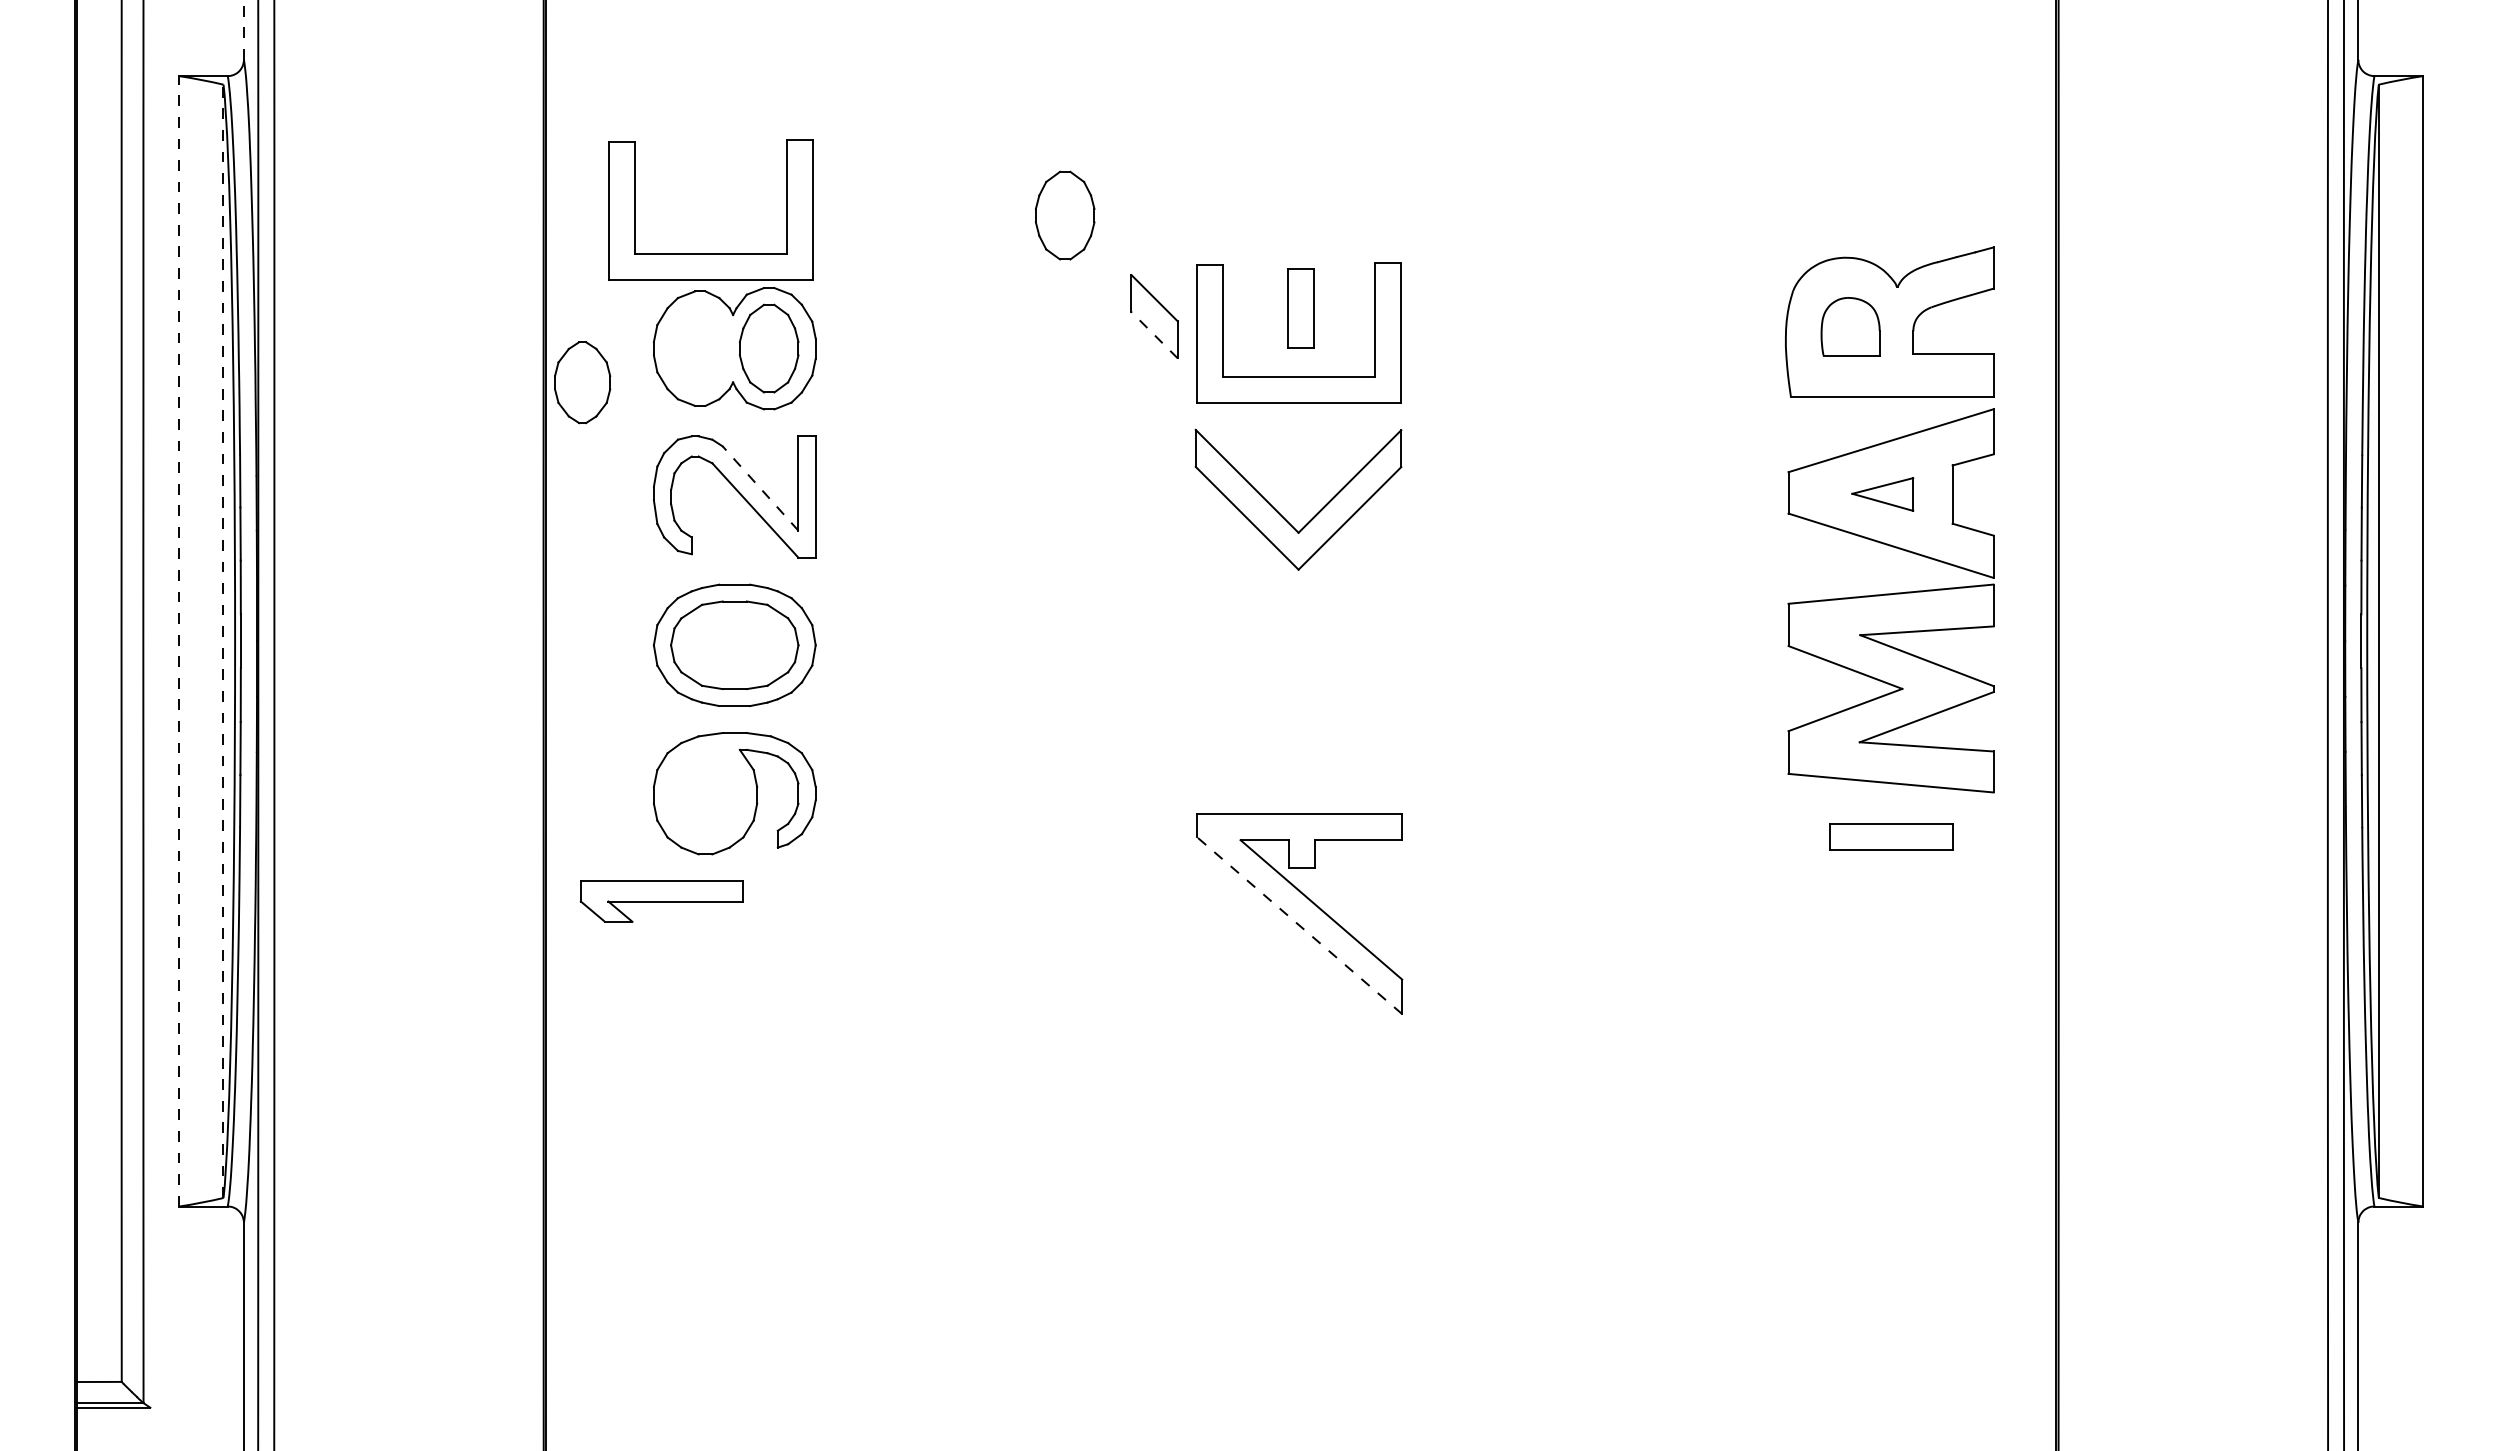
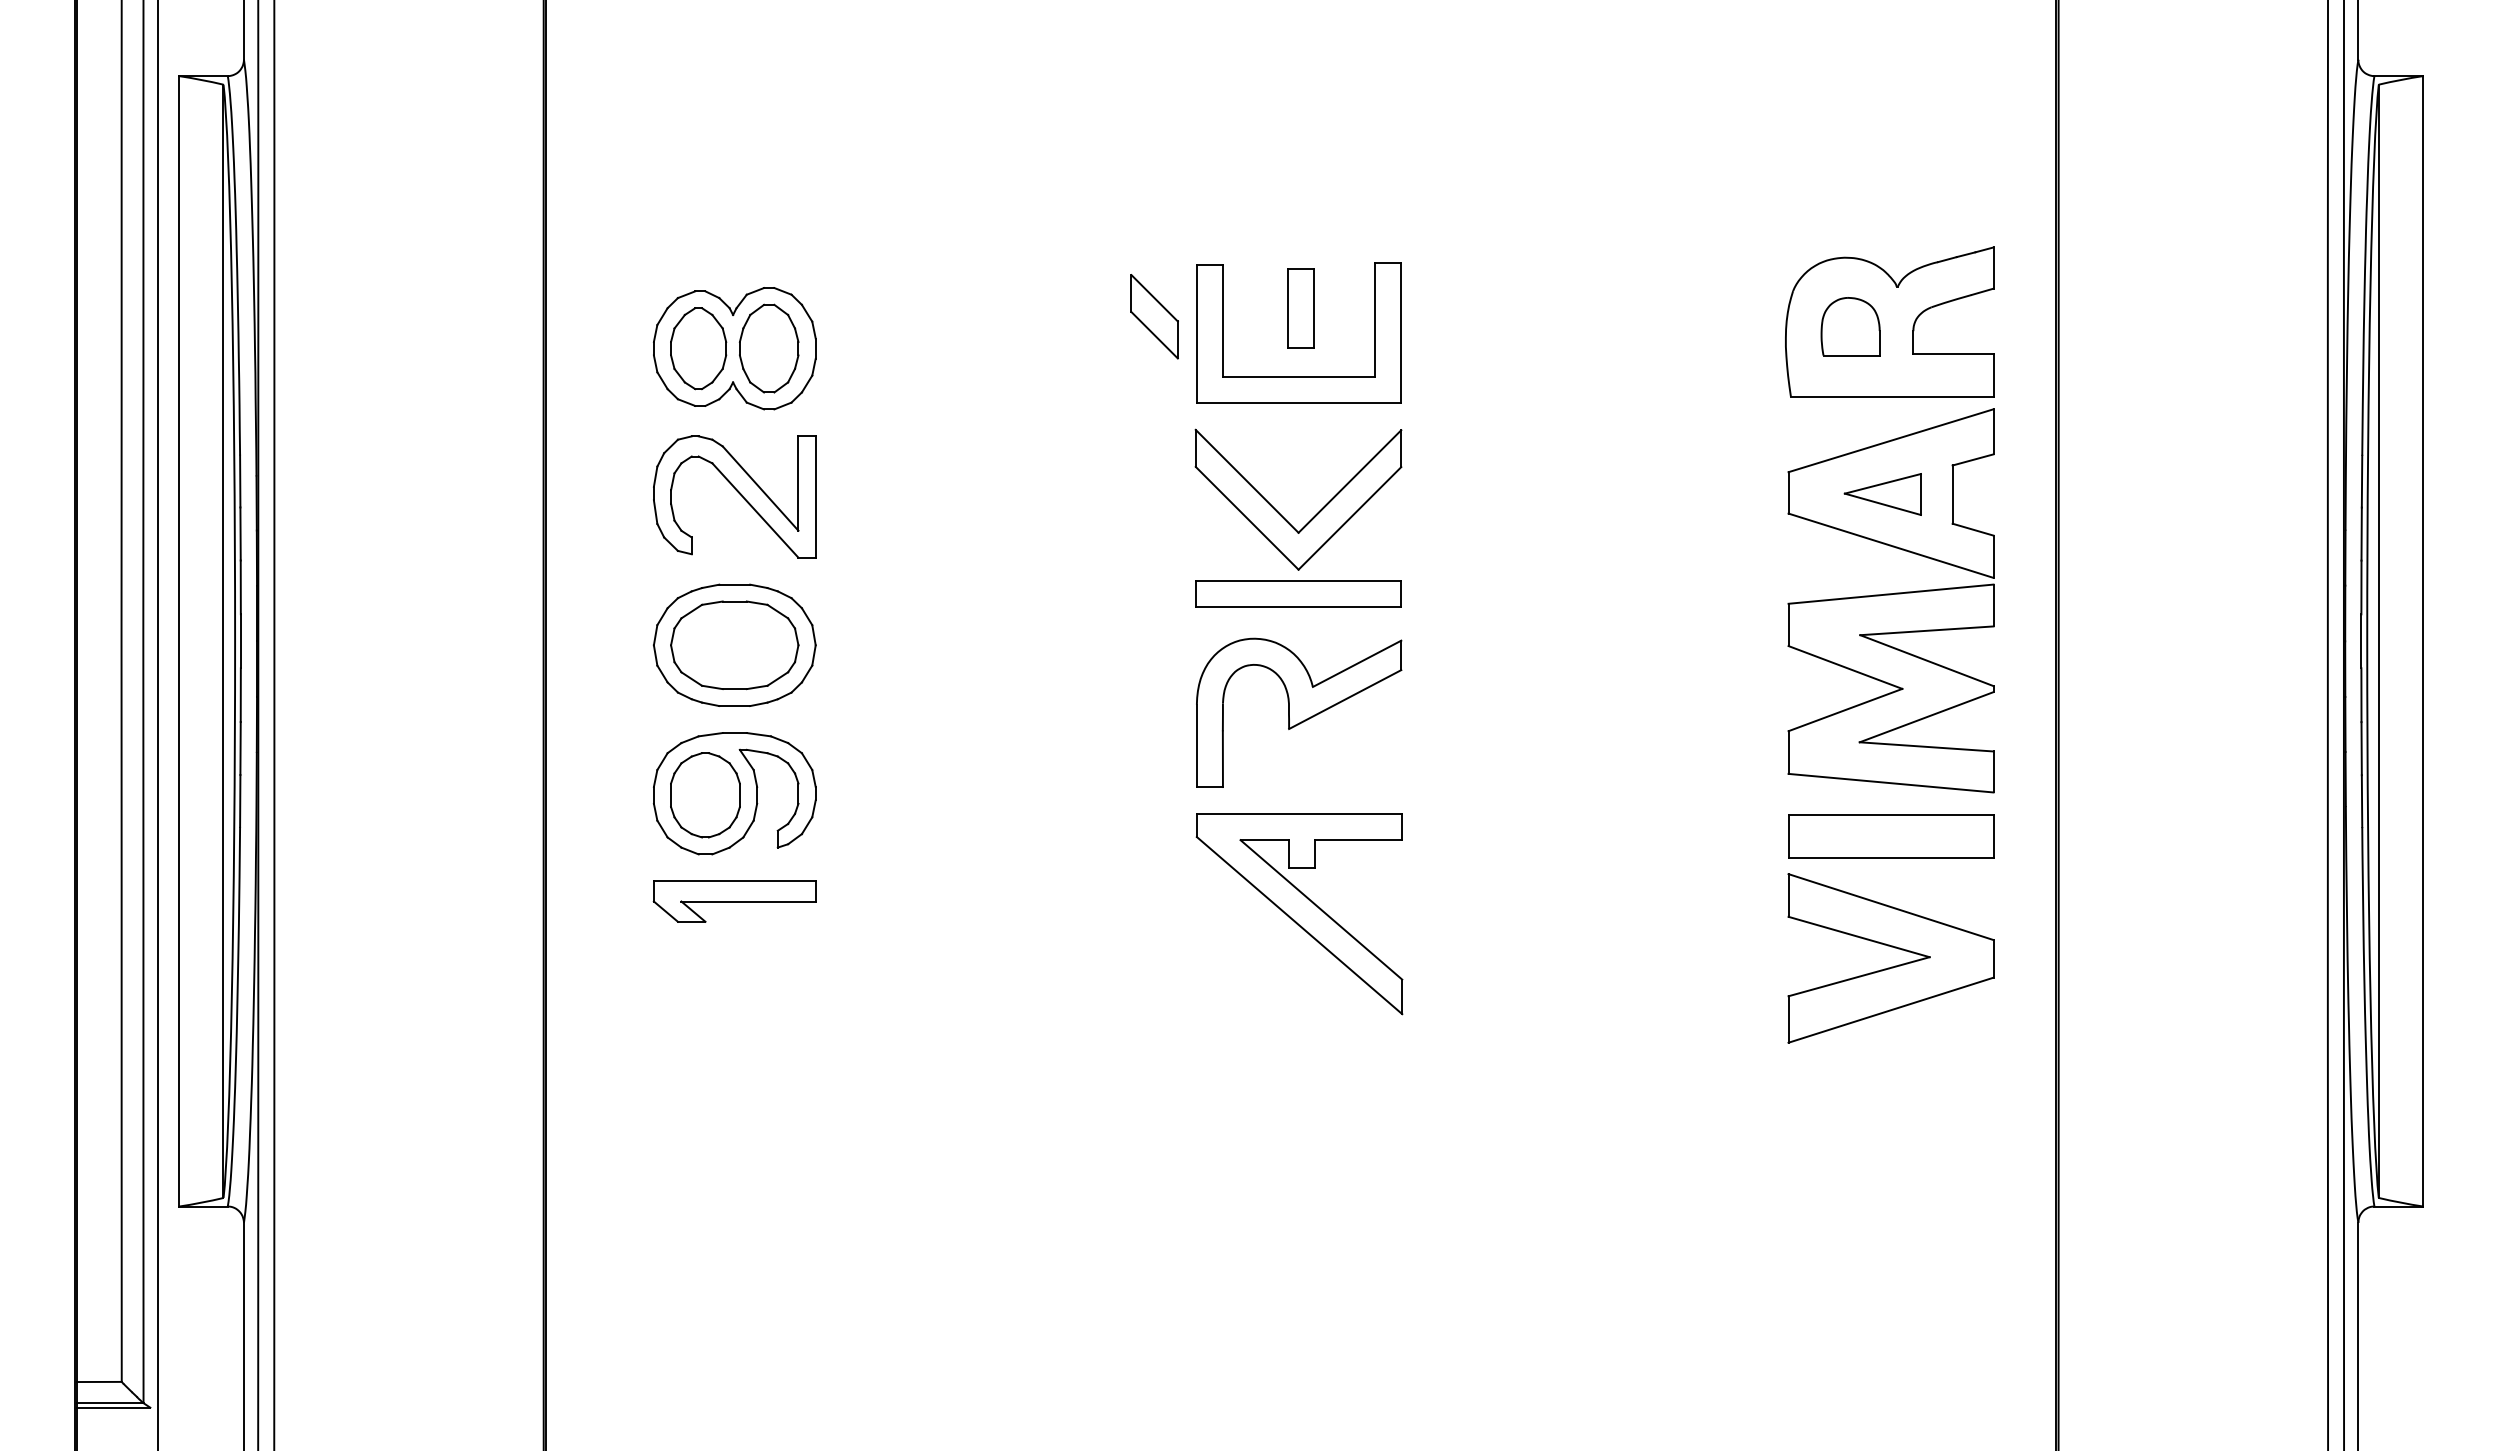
line at (243, 29): dashed -> solid
part at (1064, 215): present -> none
part at (710, 253): present -> none
line at (1154, 335): dashed -> solid
part at (582, 382) position: (582, 382) -> (698, 348)
line at (760, 488): dashed -> solid
part at (1882, 494) size: 64x35 px -> 79x43 px
part at (1298, 593): none -> present
line at (179, 640): dashed -> solid
line at (223, 641): dashed -> solid
part at (1299, 712): none -> present
line at (157, 724): none -> present
part at (705, 795): none -> present
part at (1891, 836) size: 125x28 px -> 207x45 px
part at (661, 901) position: (661, 901) -> (734, 901)
line at (1299, 925): dashed -> solid
part at (1891, 966): none -> present
